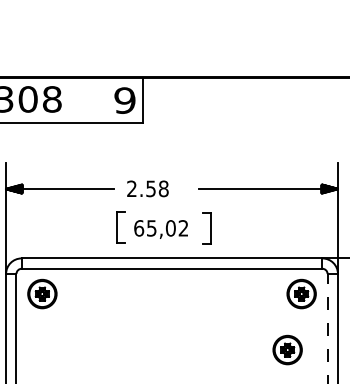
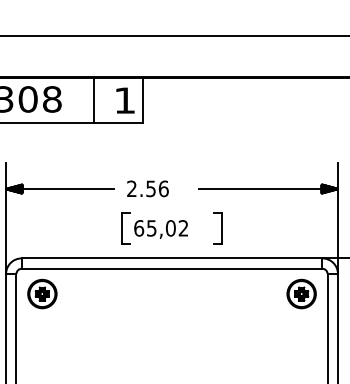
line at (174, 36): none -> present
line at (94, 100): none -> present
text at (124, 100): 9 -> 1
text at (163, 188): 2.58 -> 2.56
part at (120, 227) position: (120, 227) -> (125, 228)
part at (206, 228) position: (206, 228) -> (217, 228)
line at (327, 328): dashed -> solid
part at (287, 349): present -> none
